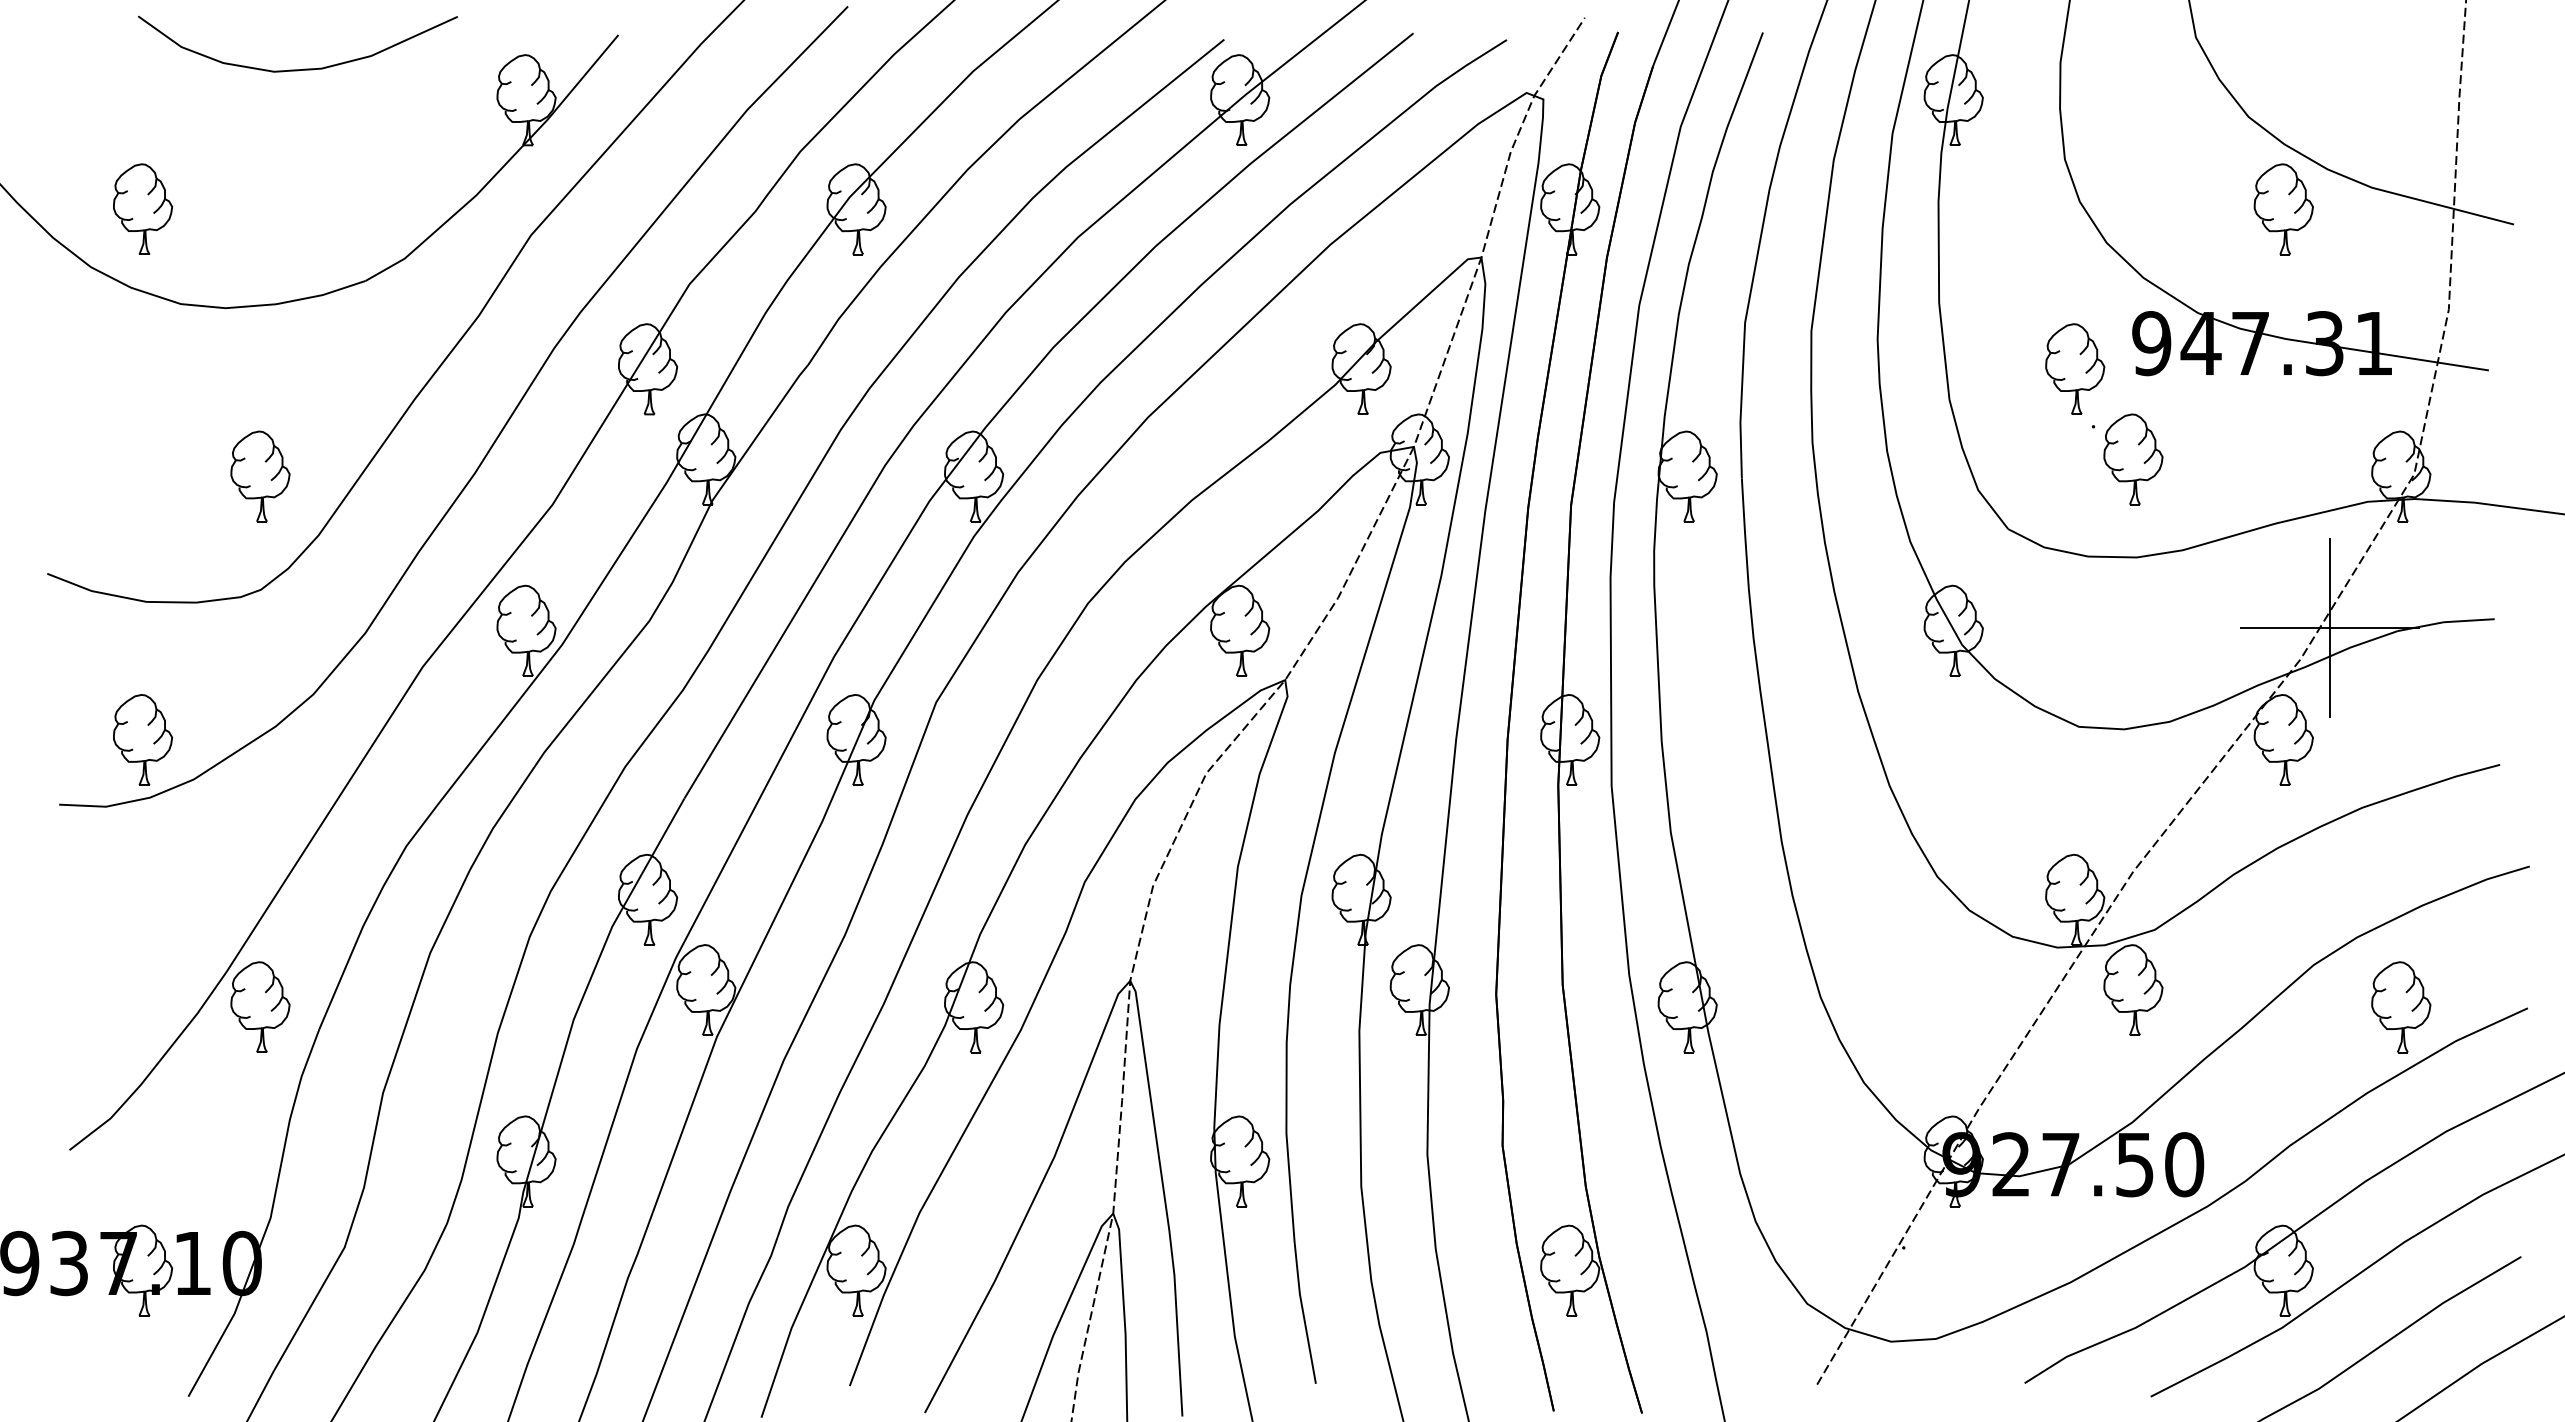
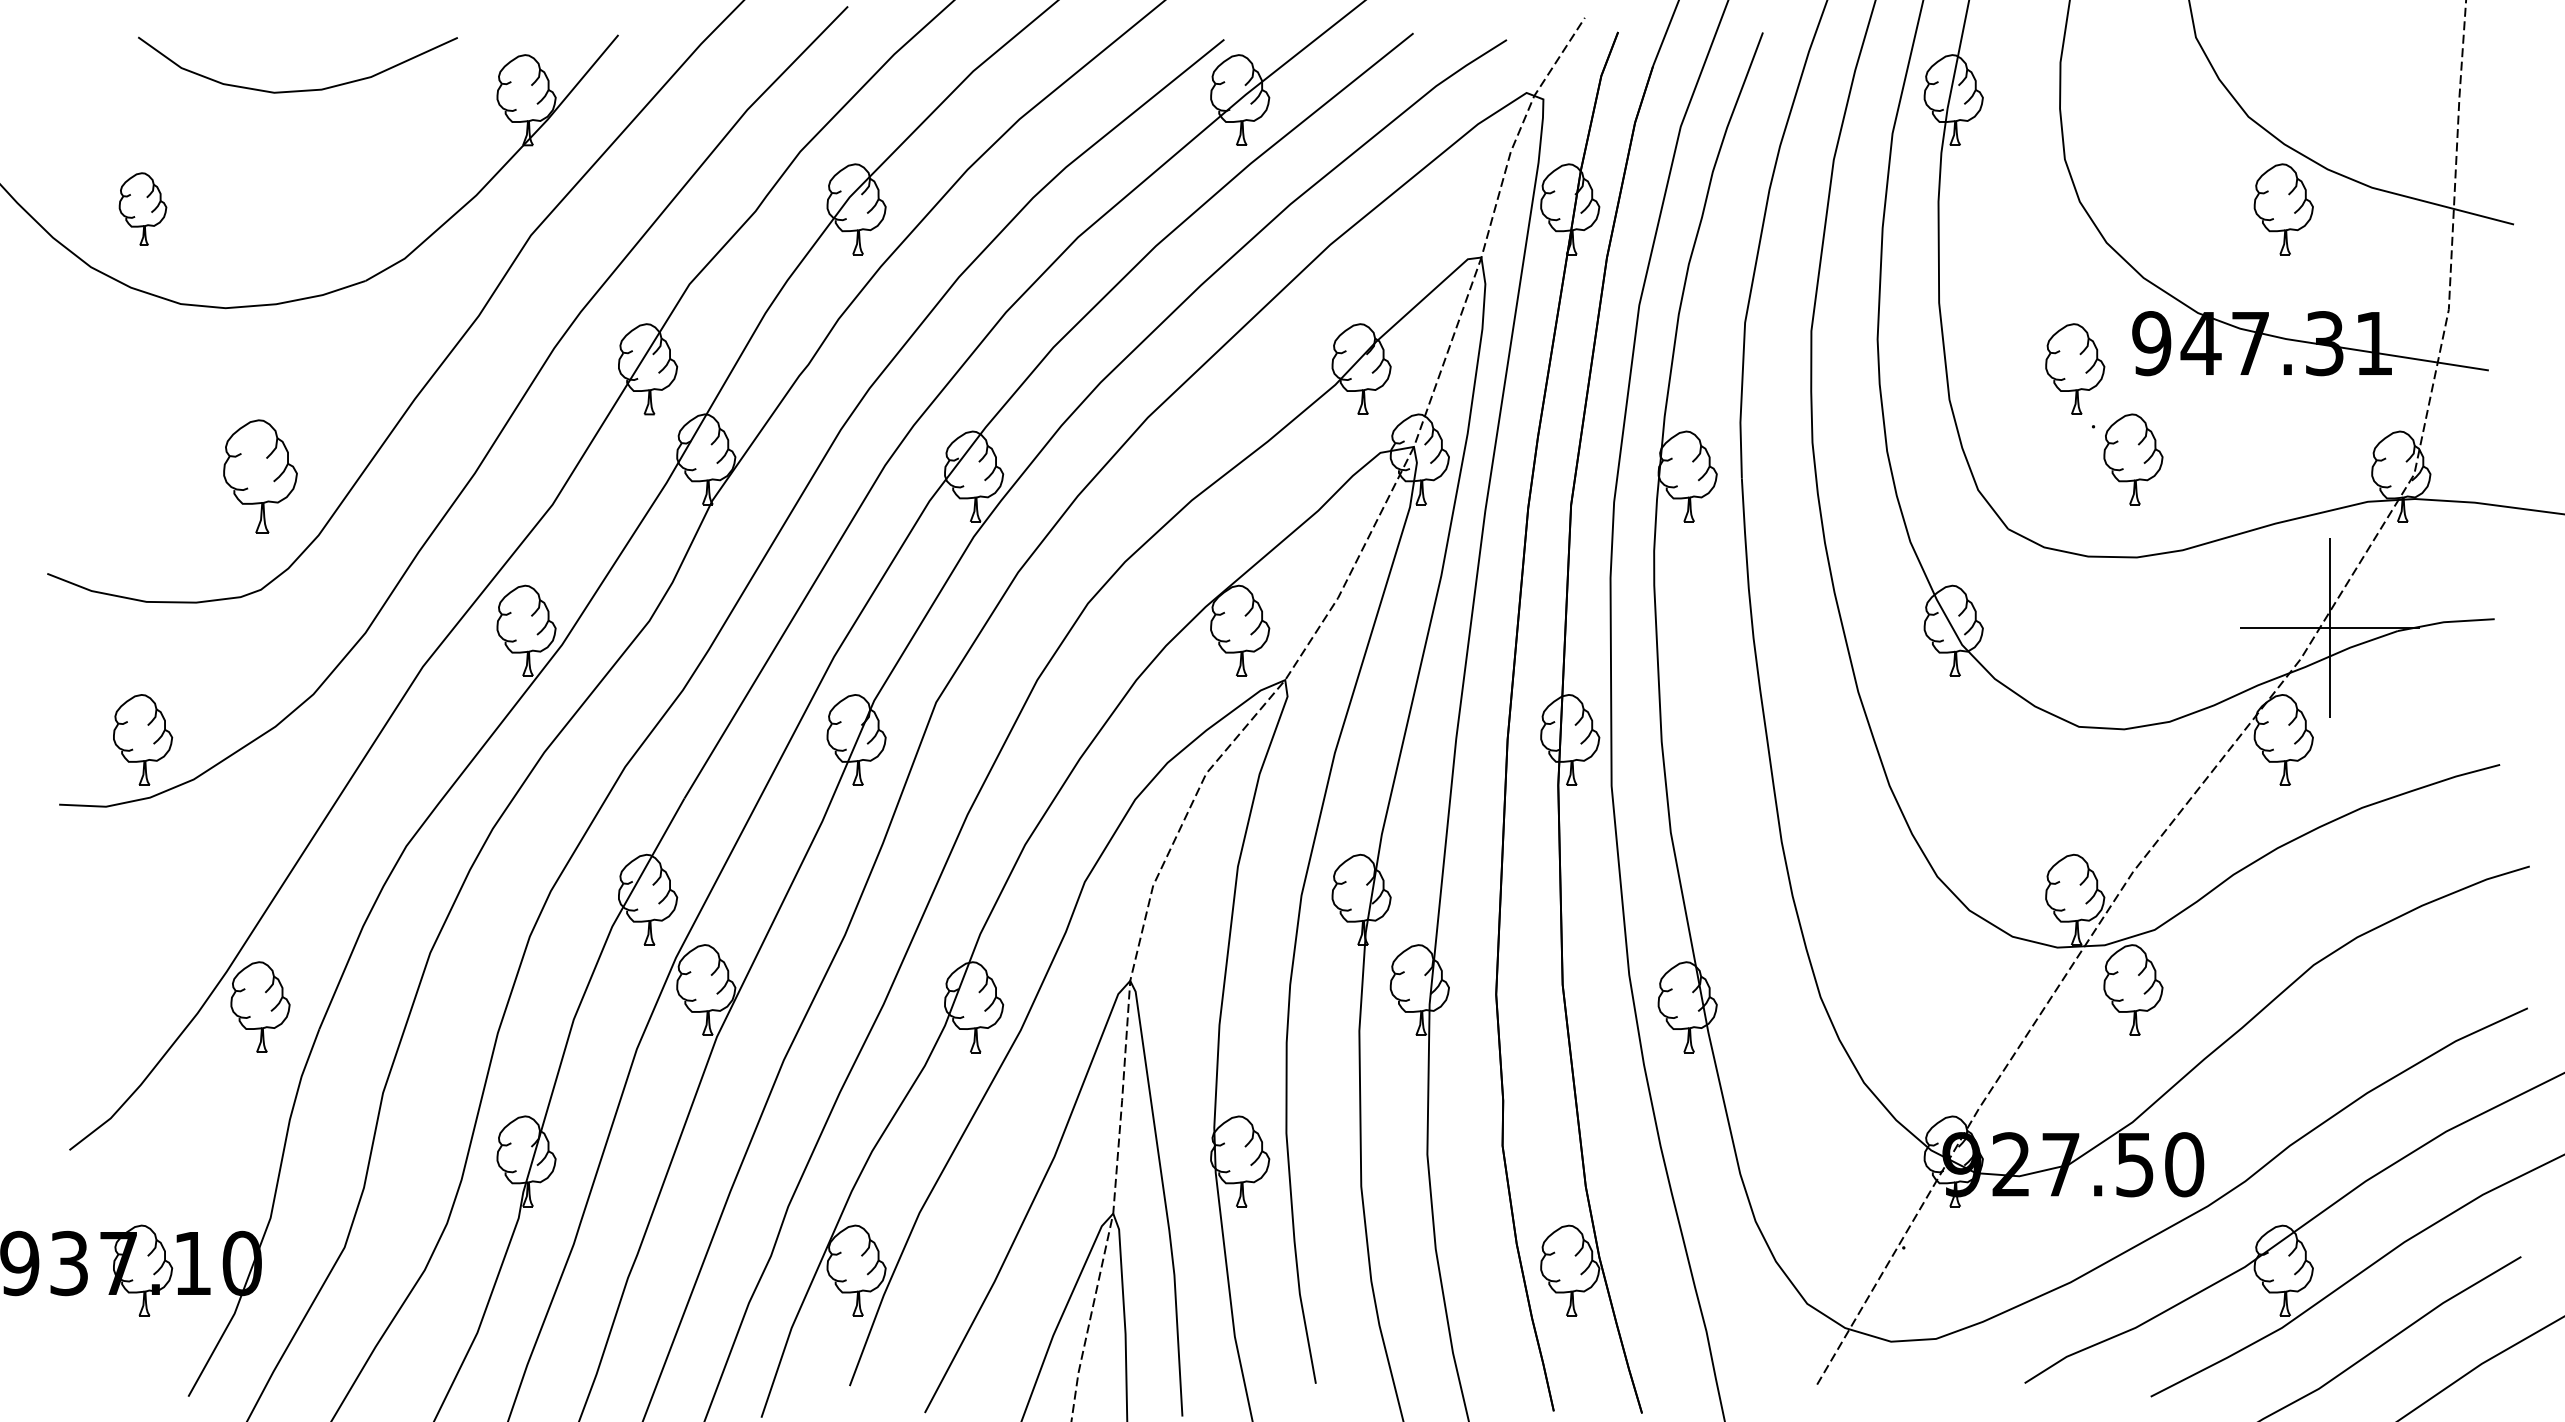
curve at (304, 68) position: (304, 68) -> (304, 89)
part at (142, 208) size: 60x92 px -> 50x74 px
part at (260, 476) size: 61x93 px -> 75x115 px
part at (2401, 1007): present -> none
